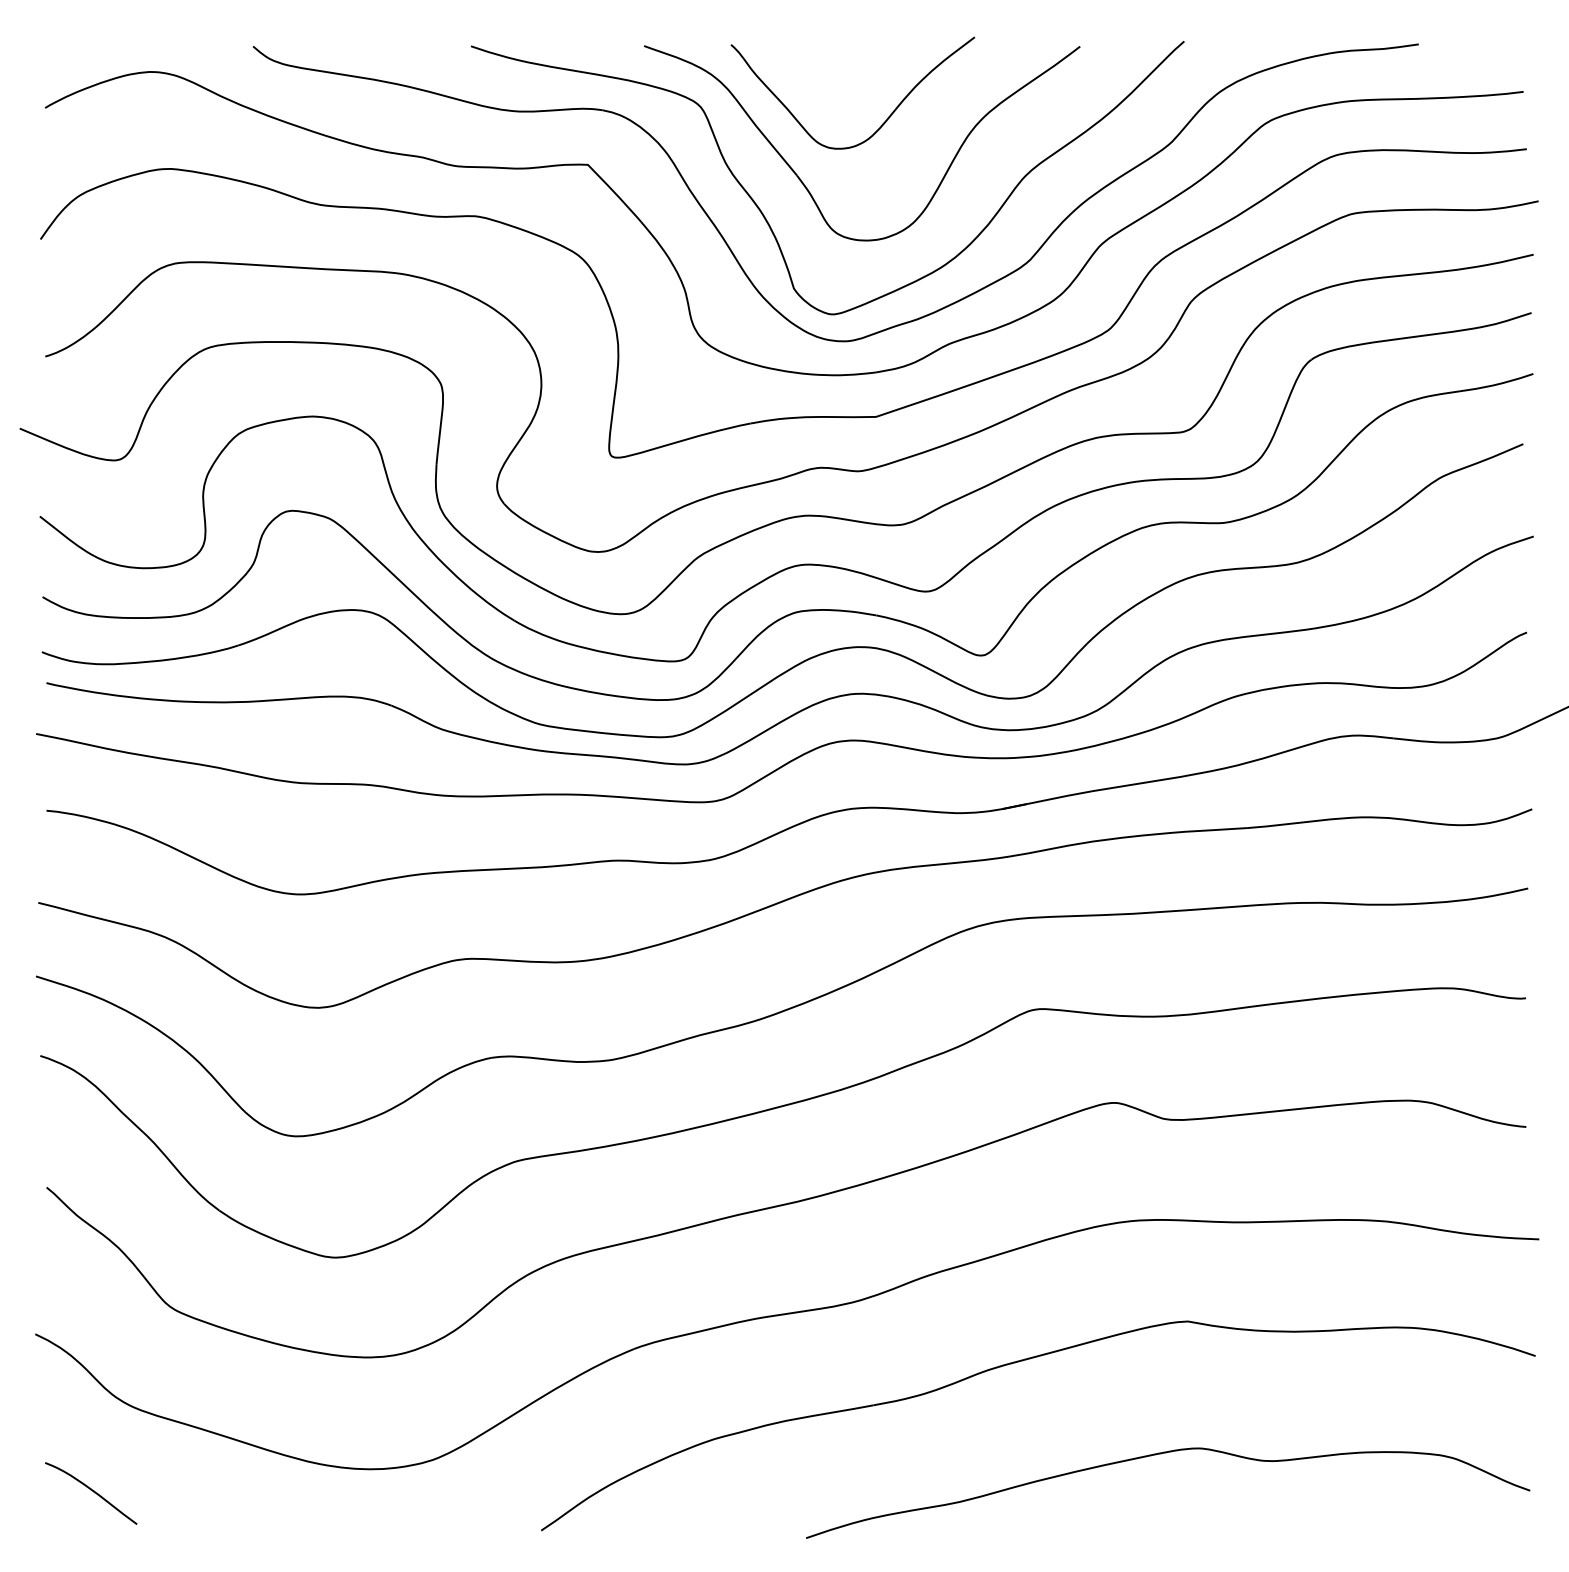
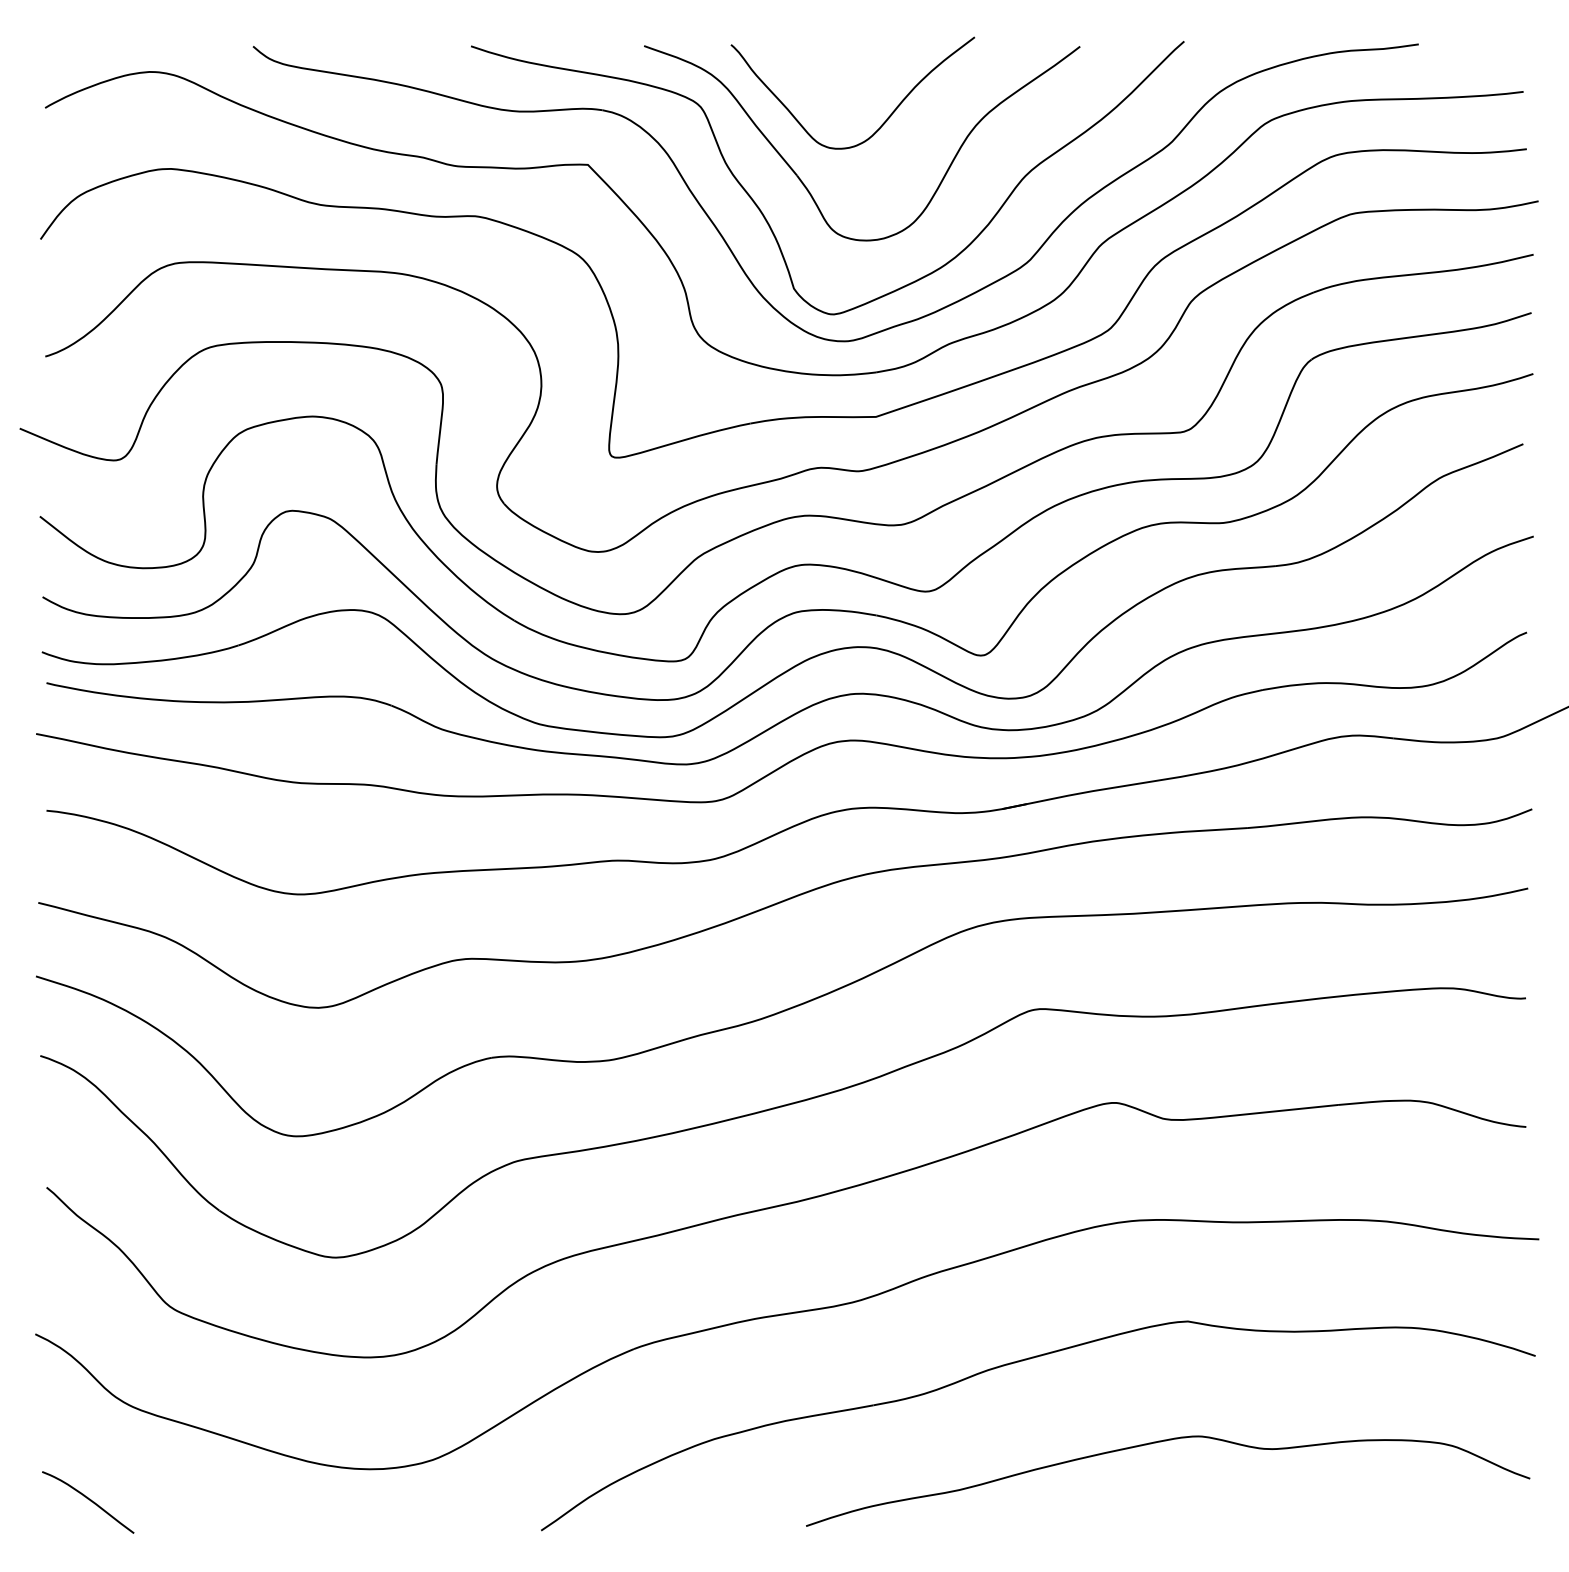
curve at (1161, 1454) position: (1161, 1454) -> (1161, 1442)
curve at (92, 1491) position: (92, 1491) -> (89, 1500)
